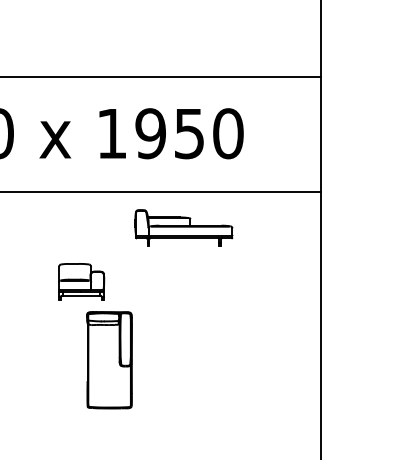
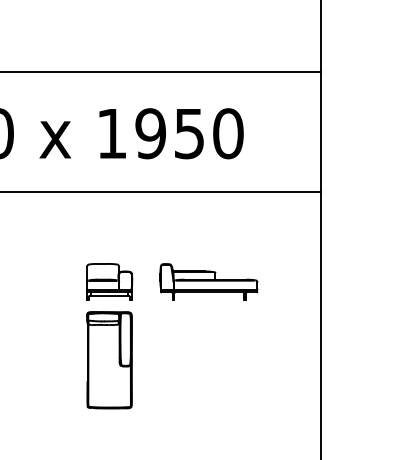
line at (161, 76) position: (161, 76) -> (161, 71)
part at (183, 227) position: (183, 227) -> (208, 281)
part at (81, 281) position: (81, 281) -> (109, 281)
